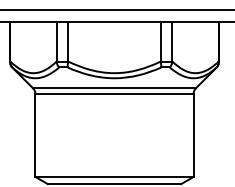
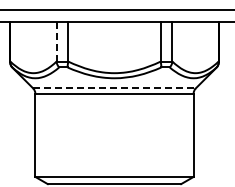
line at (56, 41): solid -> dashed
line at (114, 88): solid -> dashed
